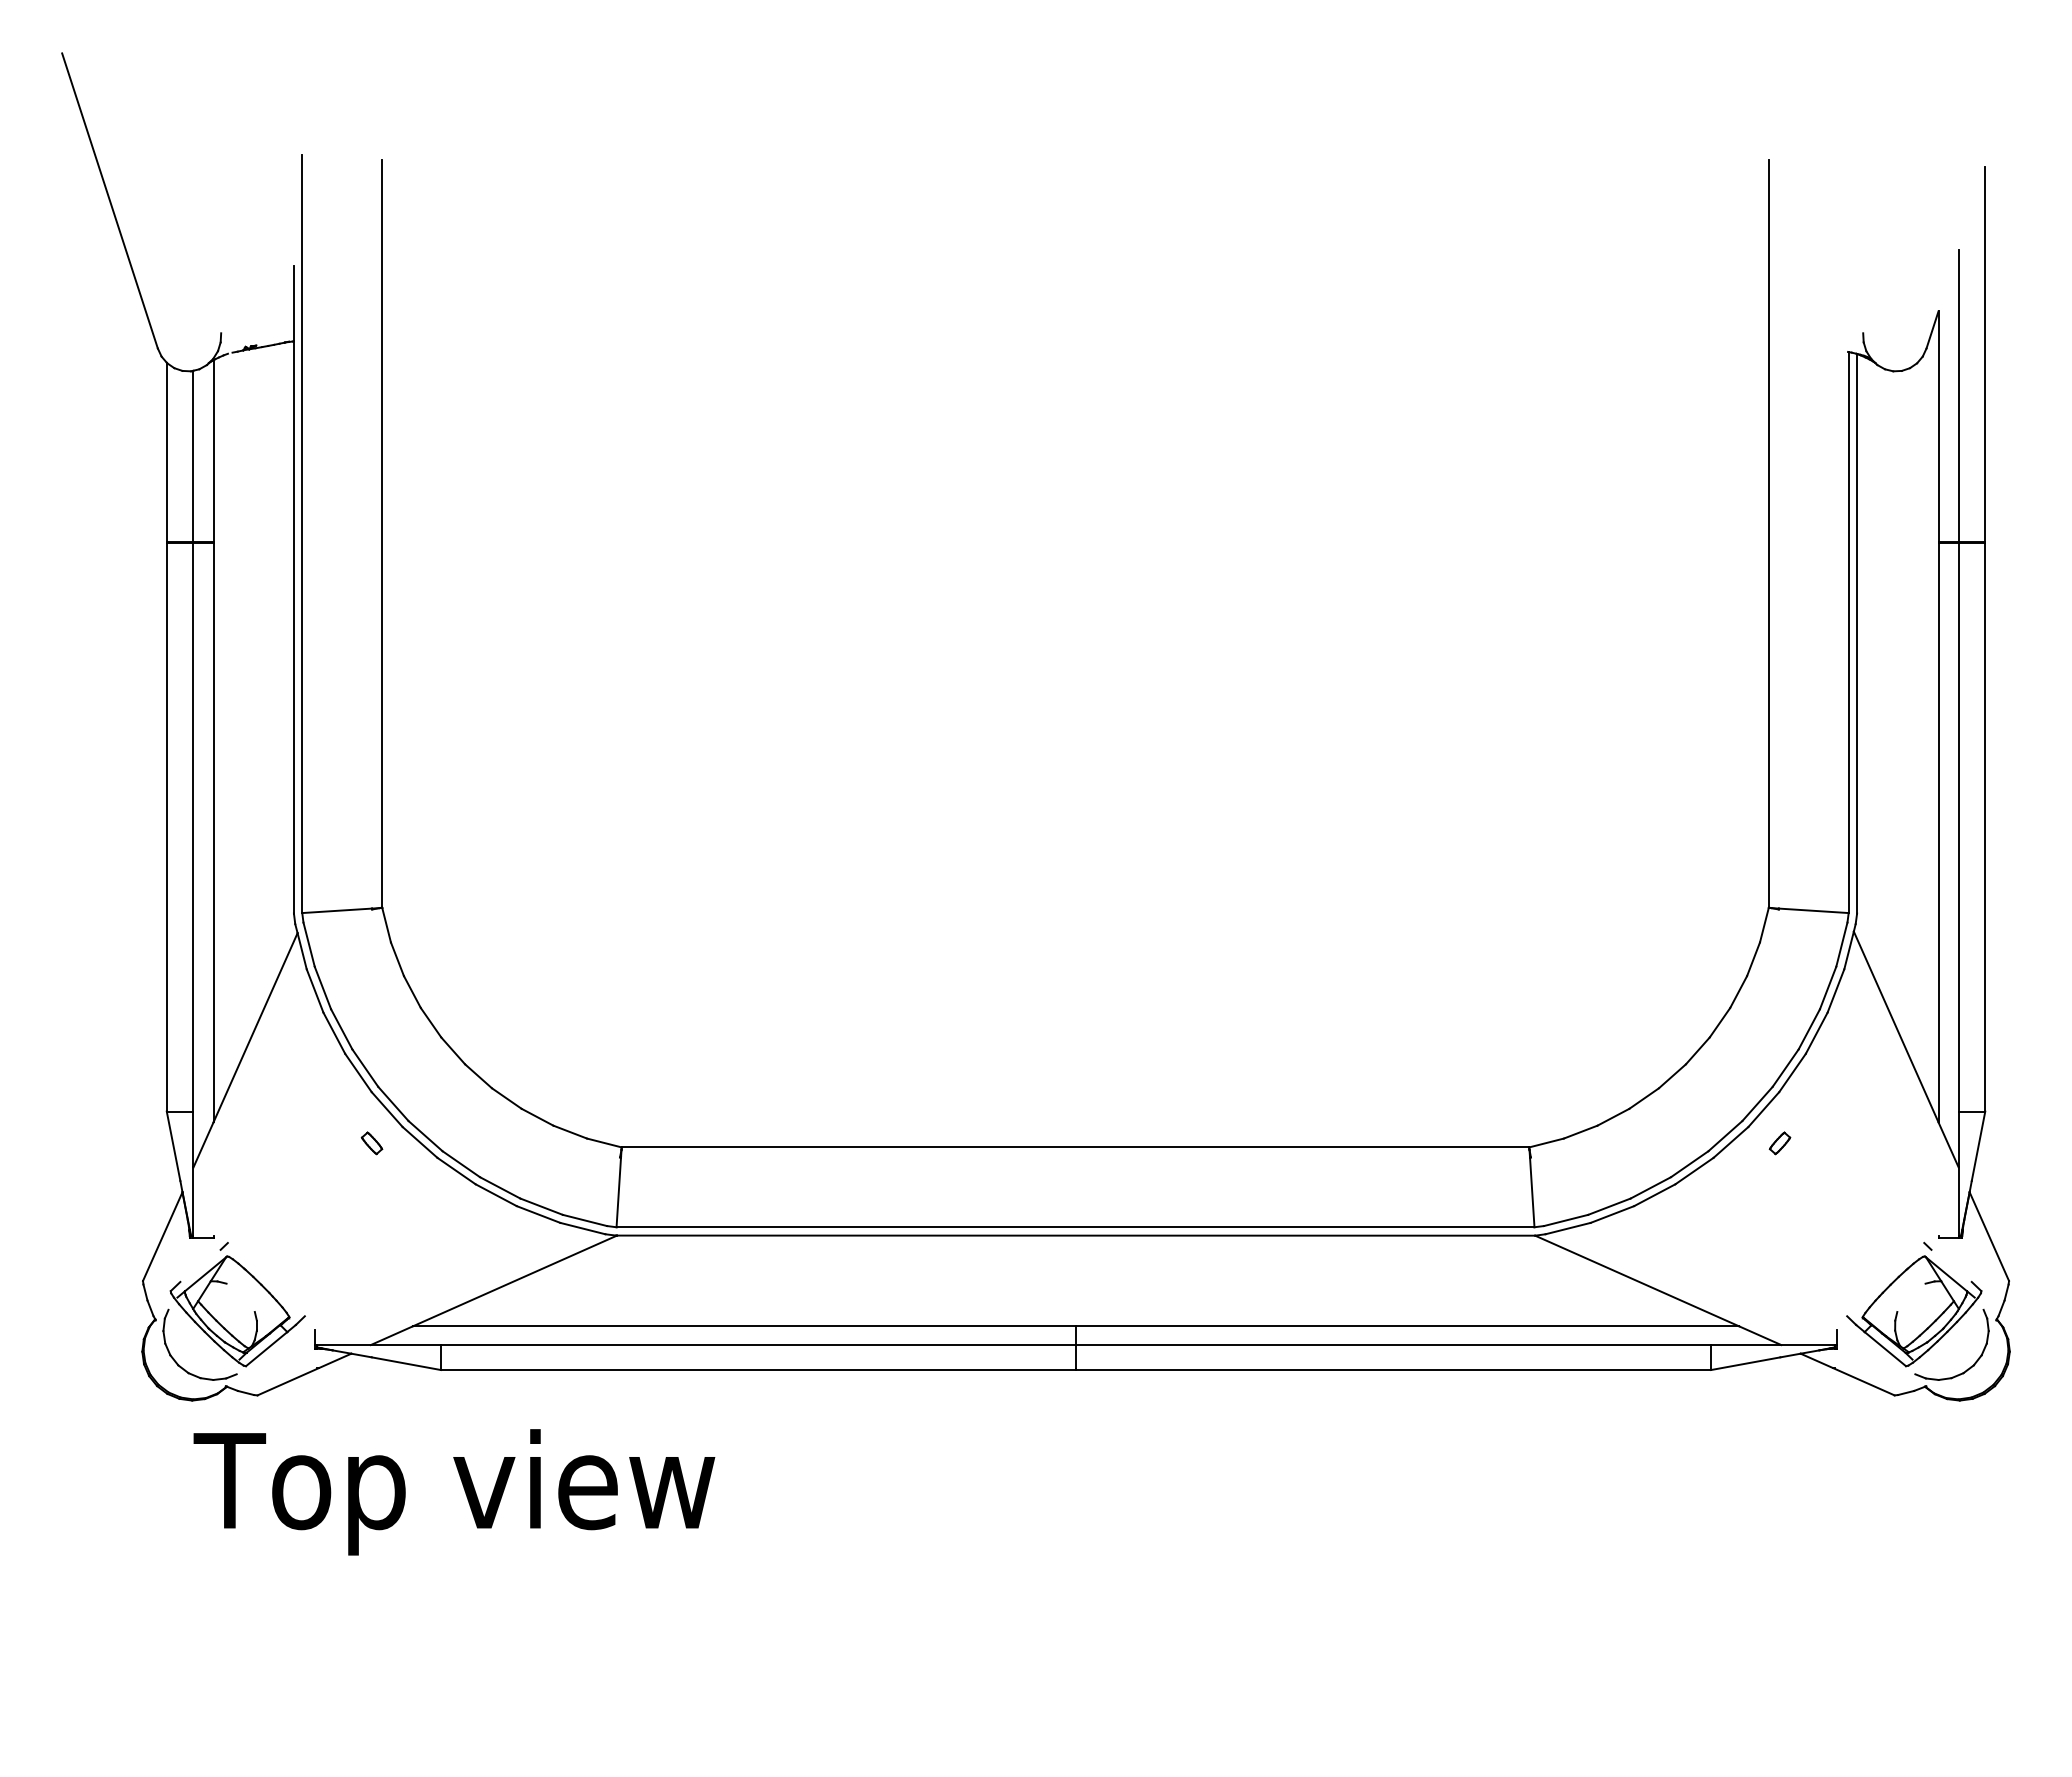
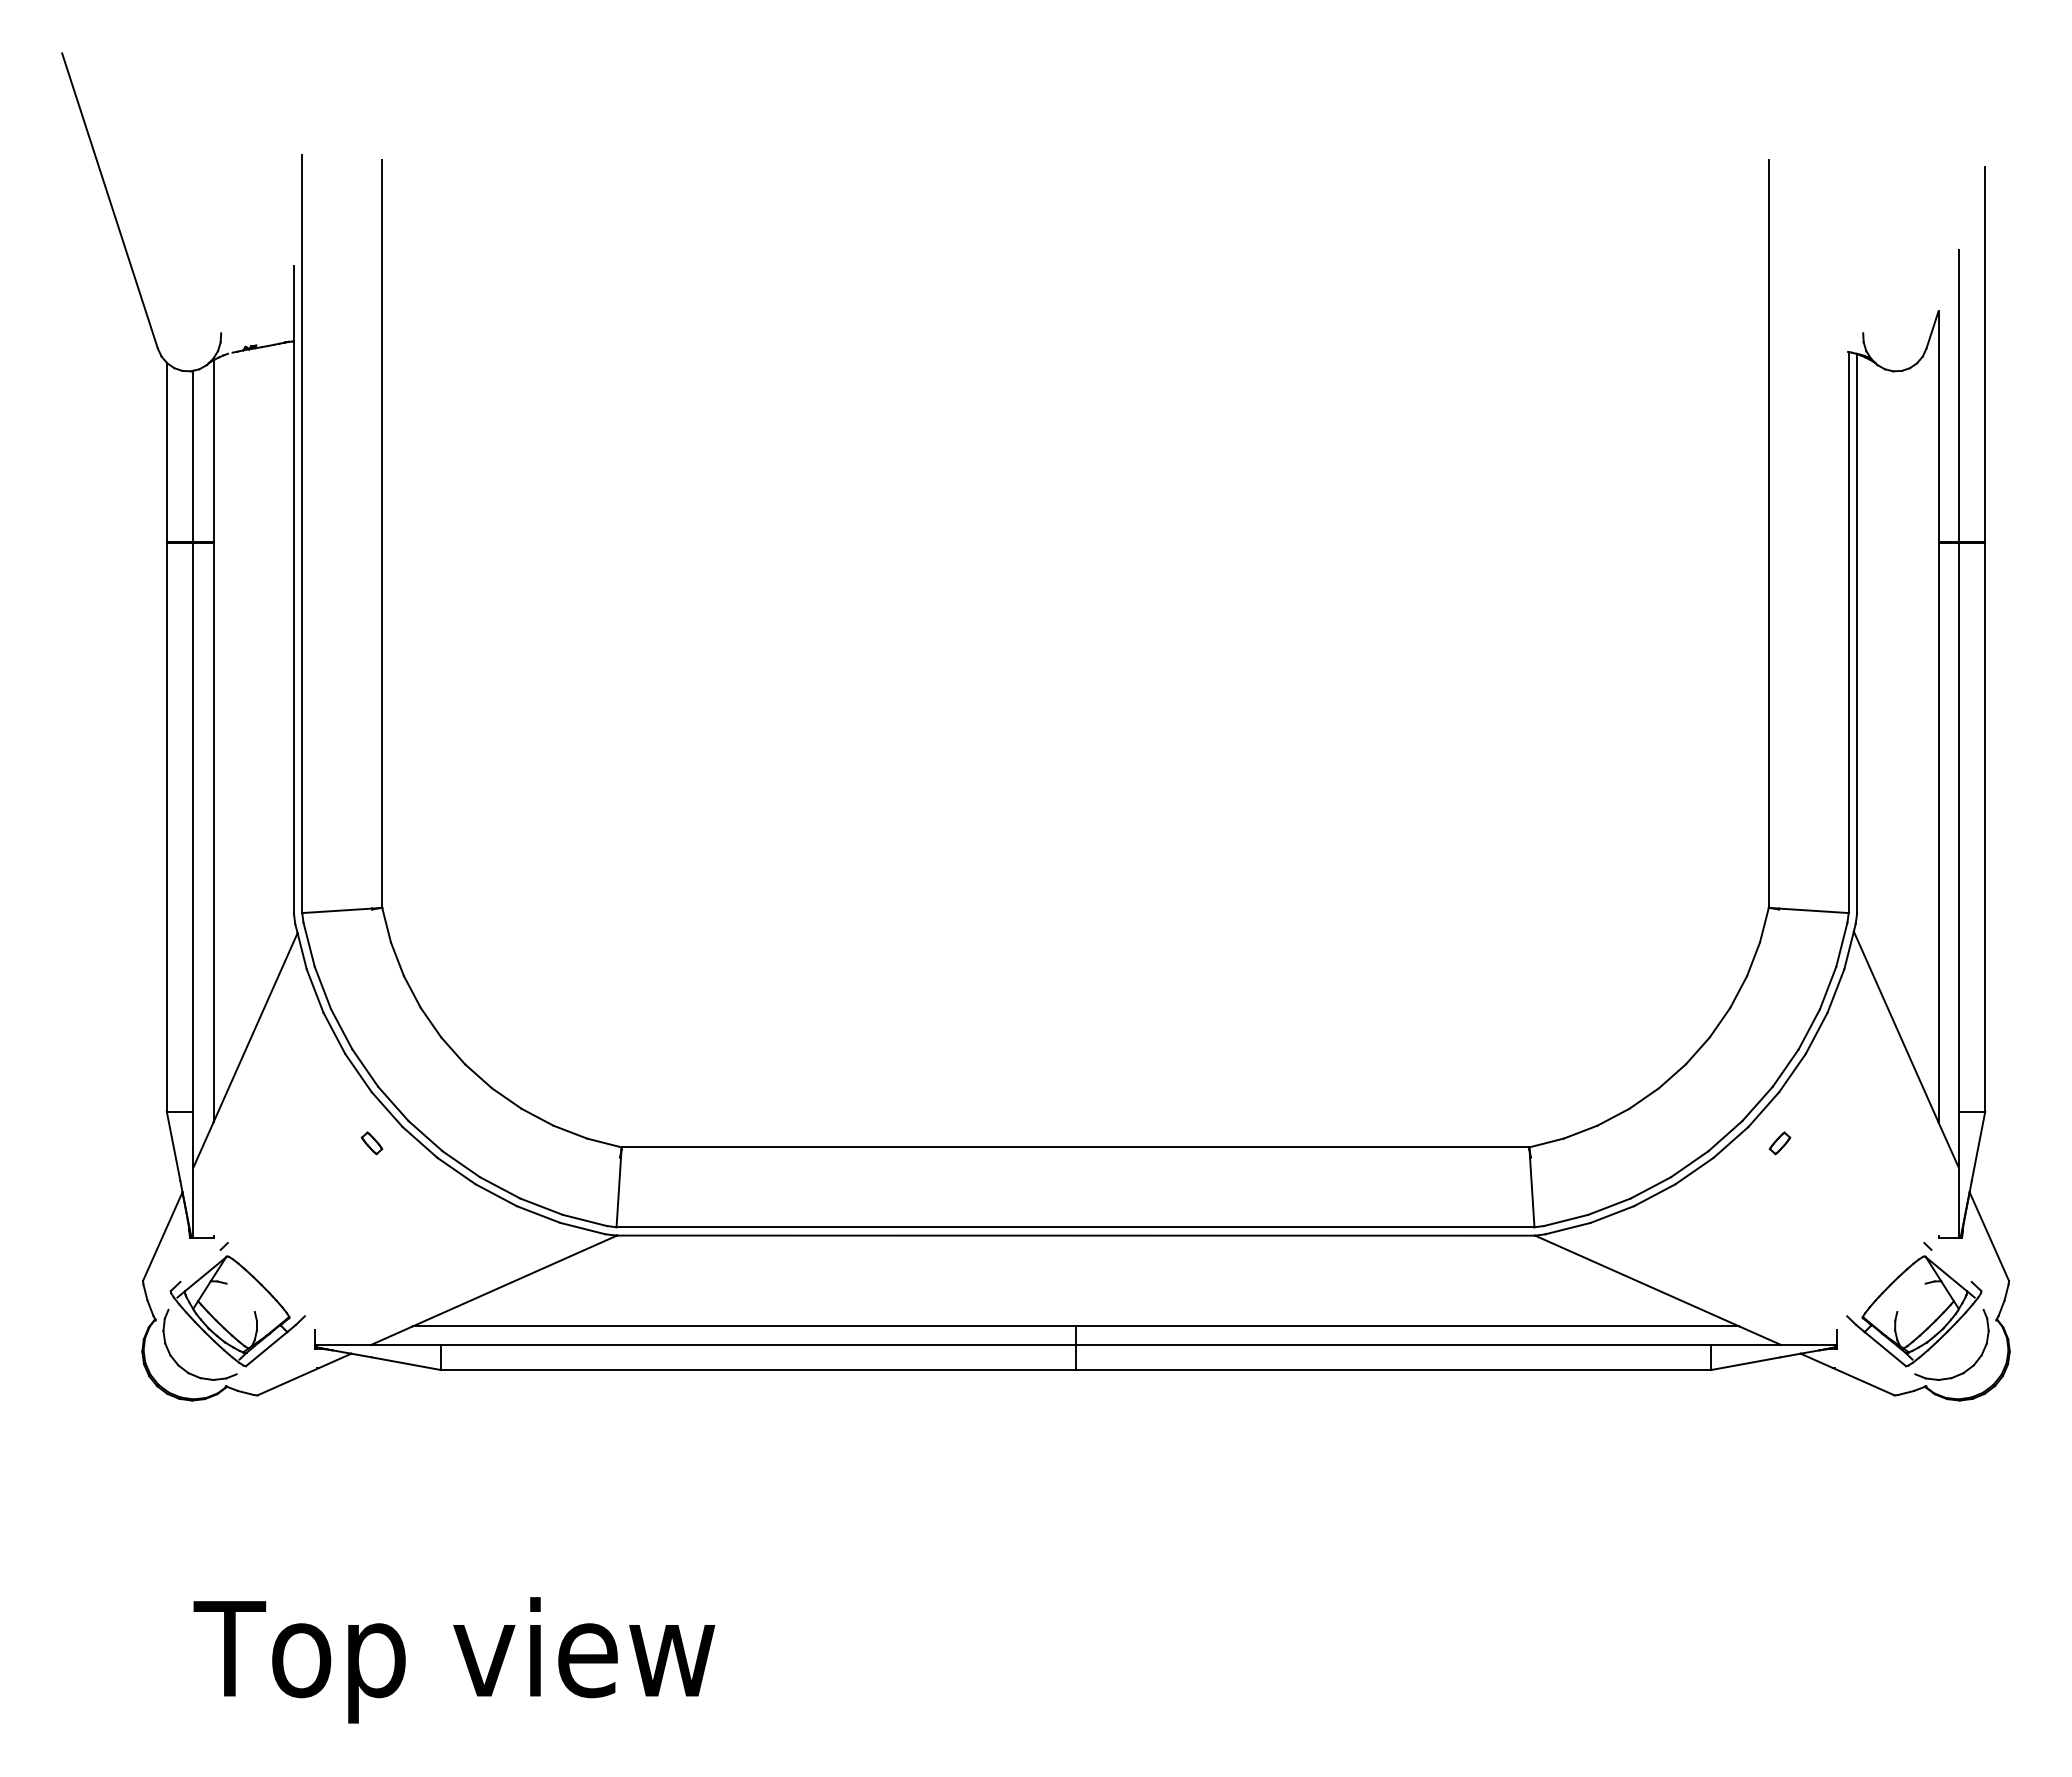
text at (454, 1492) position: (454, 1492) -> (454, 1660)
